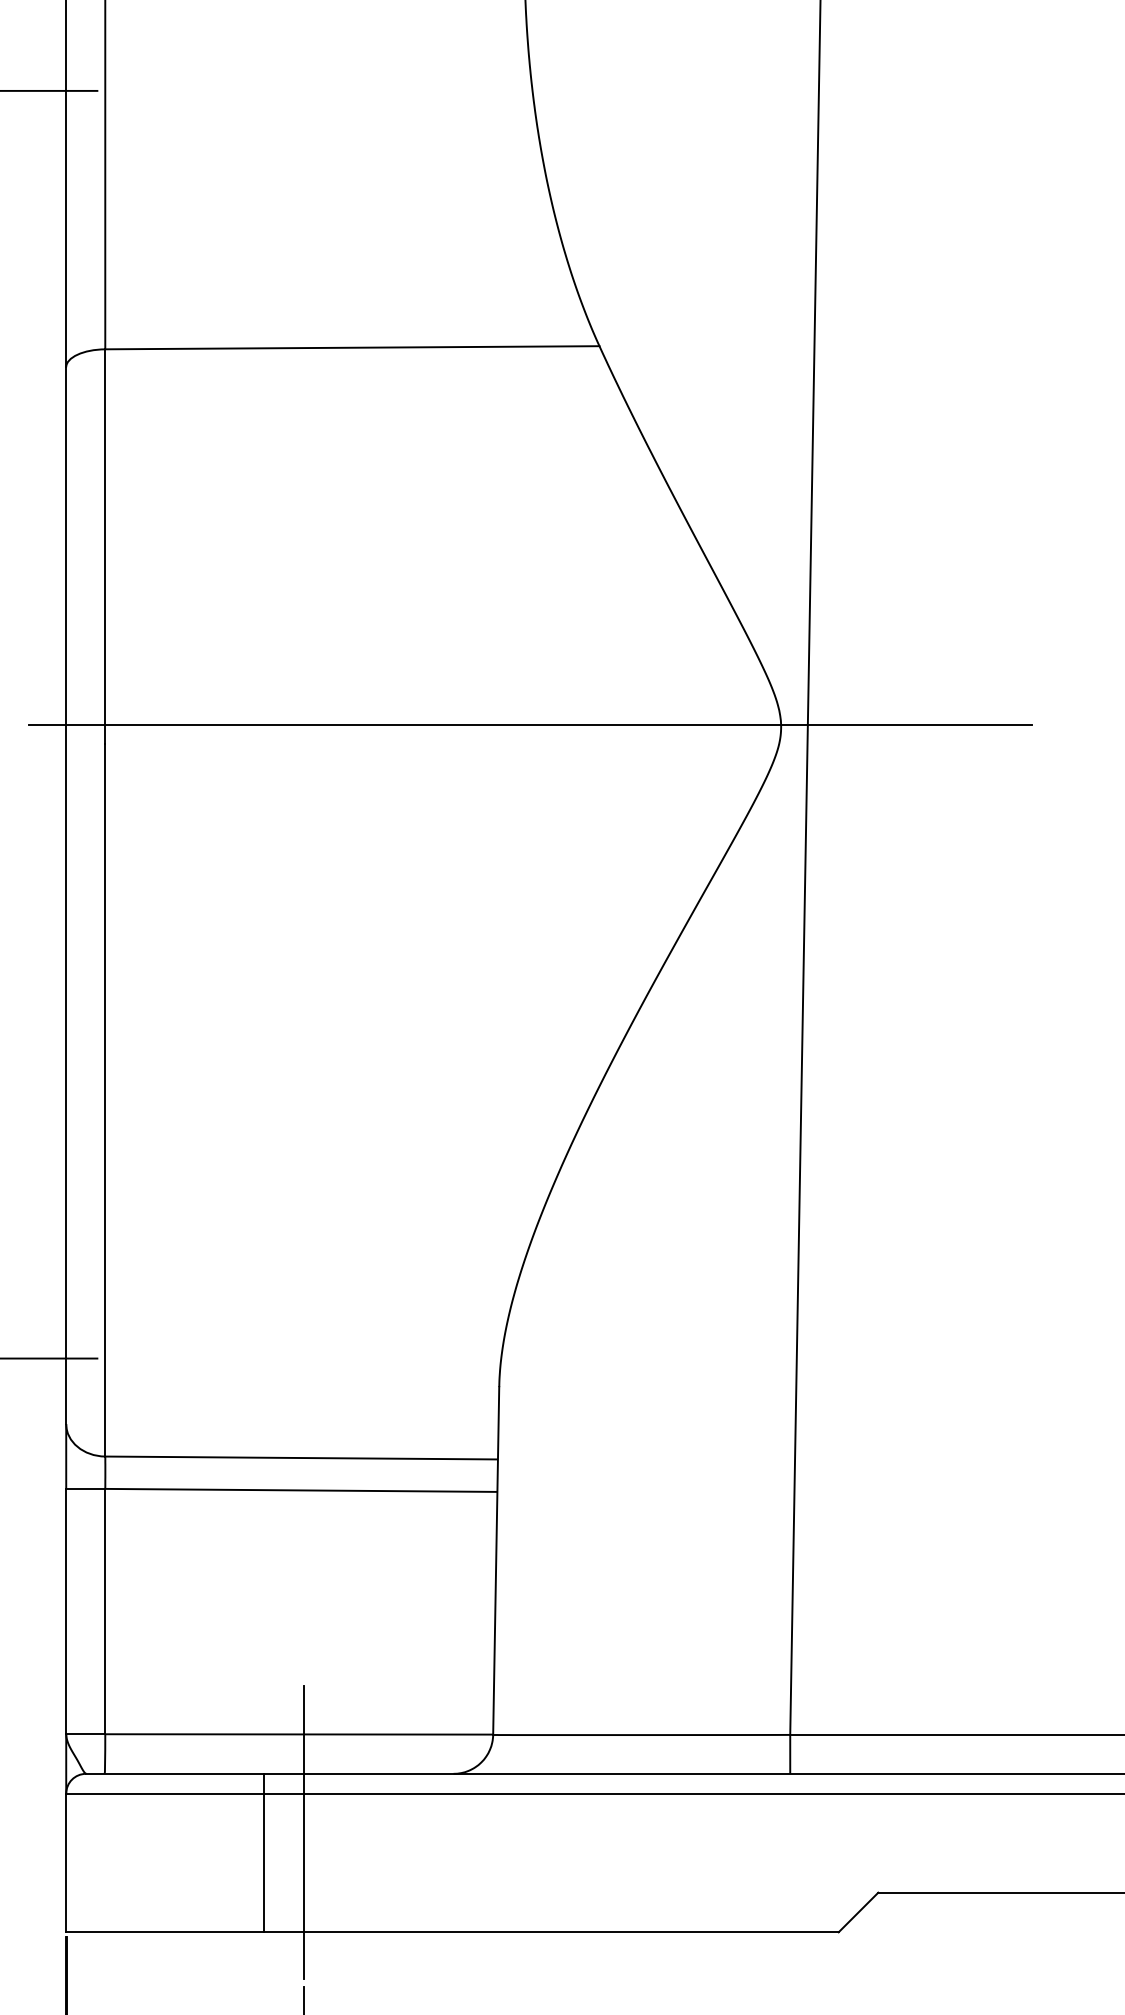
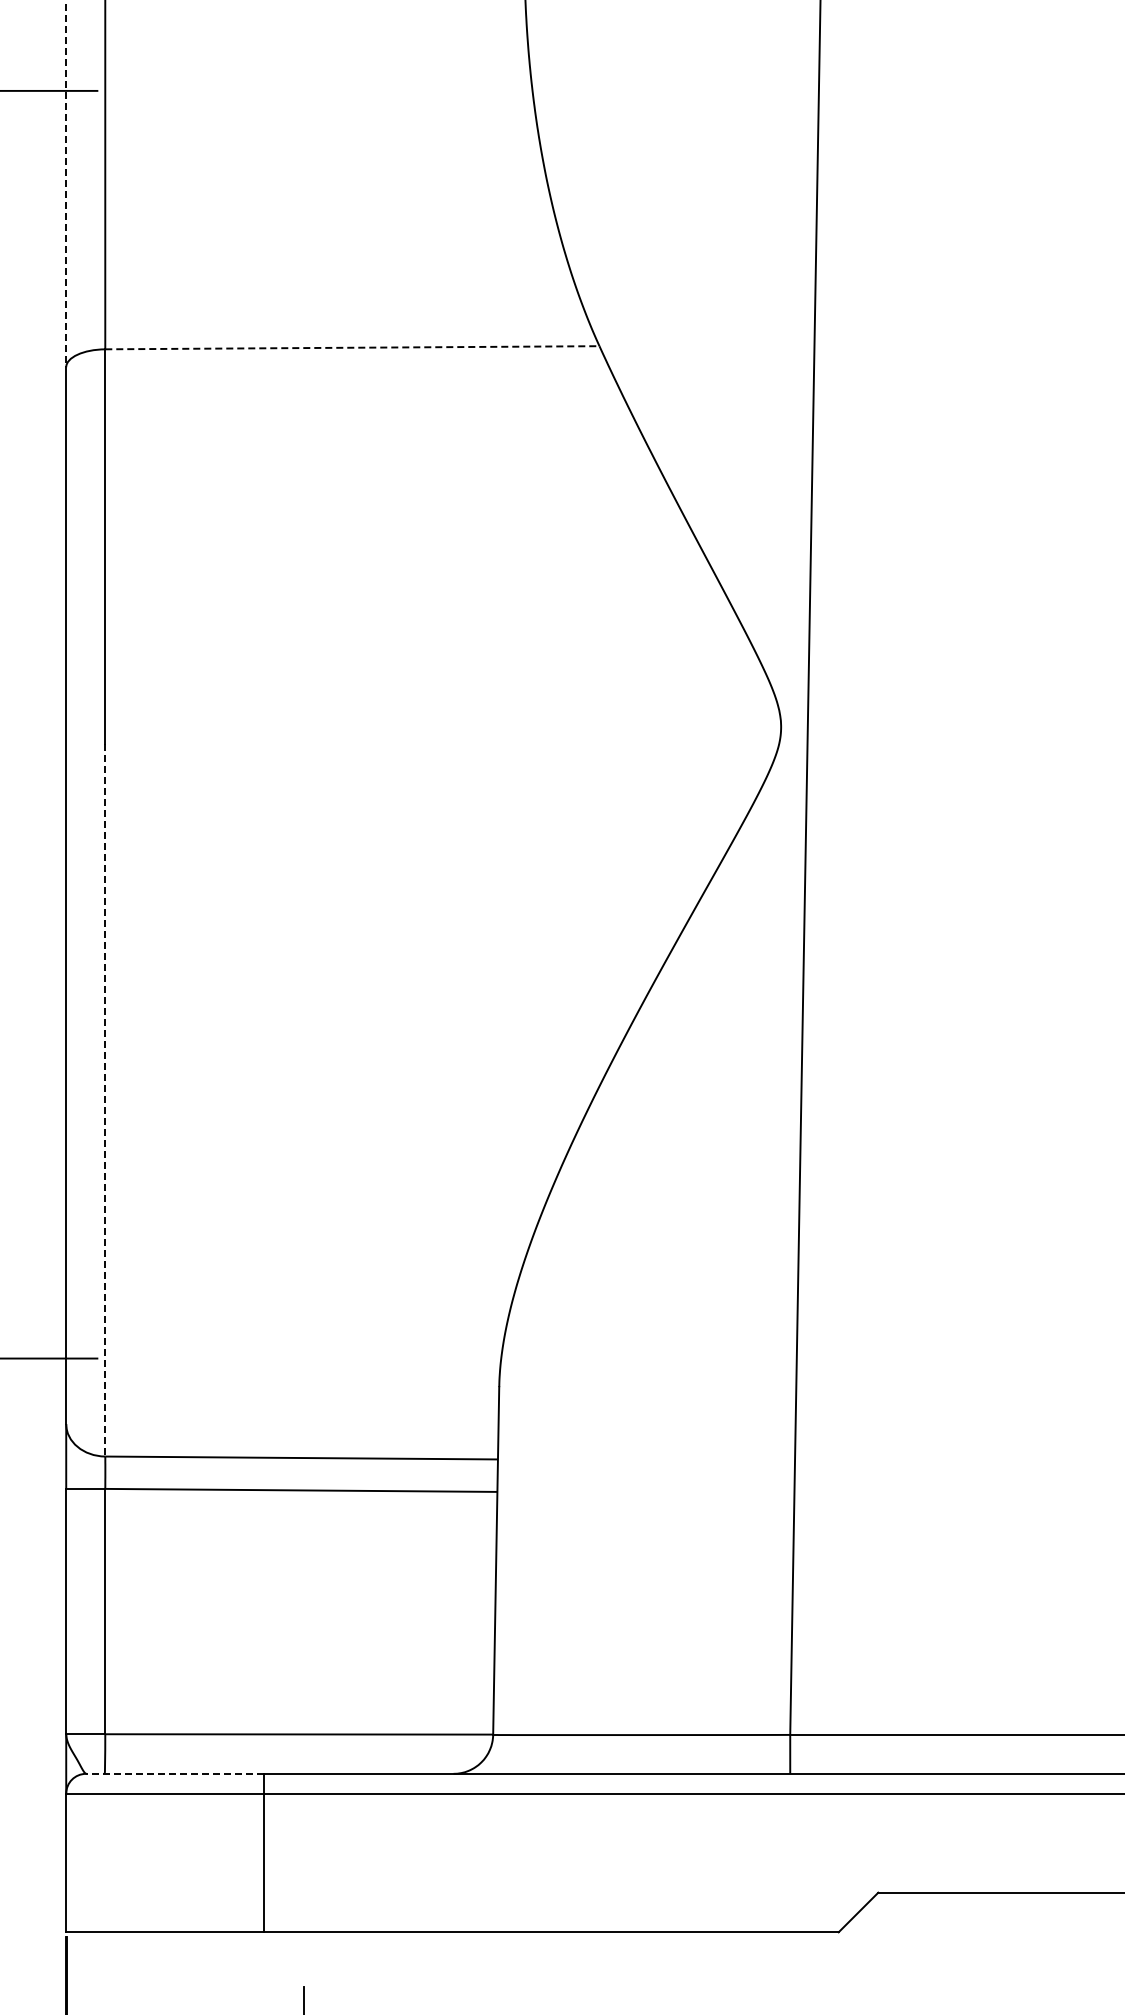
line at (66, 184): solid -> dashed
line at (352, 347): solid -> dashed
line at (530, 724): present -> none
line at (105, 1100): solid -> dashed
line at (174, 1773): solid -> dashed
line at (303, 1832): present -> none
